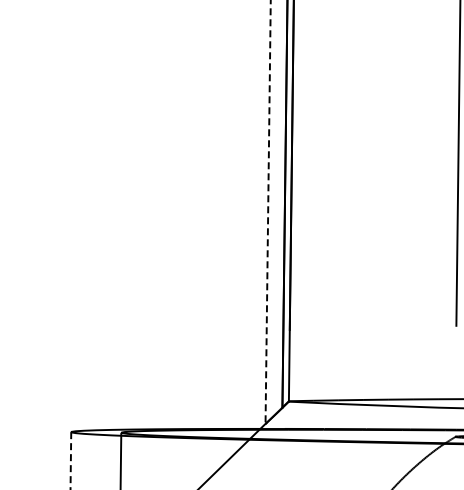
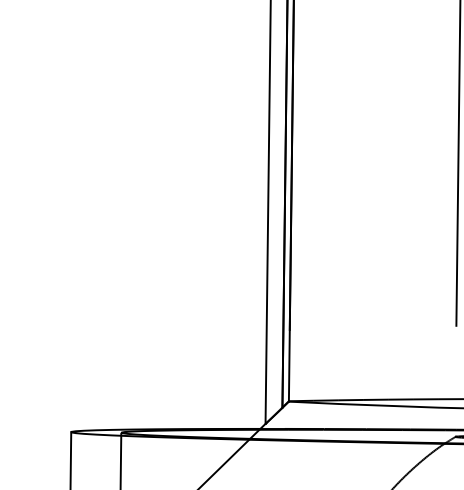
line at (268, 212): dashed -> solid
line at (70, 461): dashed -> solid
